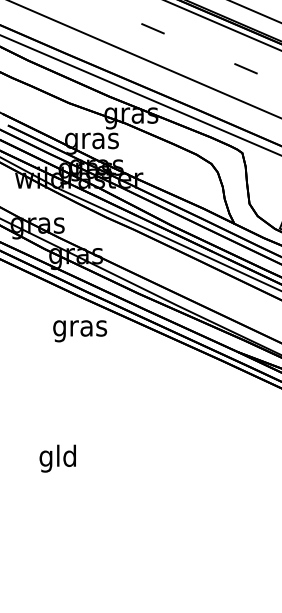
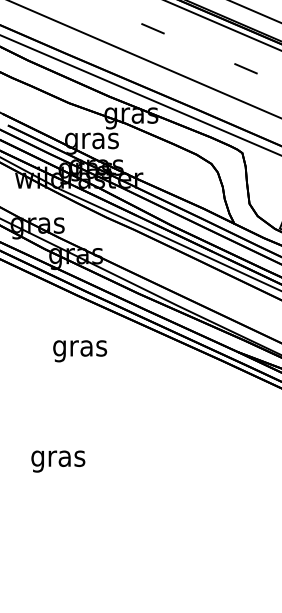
text at (80, 331) position: (80, 331) -> (80, 351)
text at (58, 458): gld -> gras
